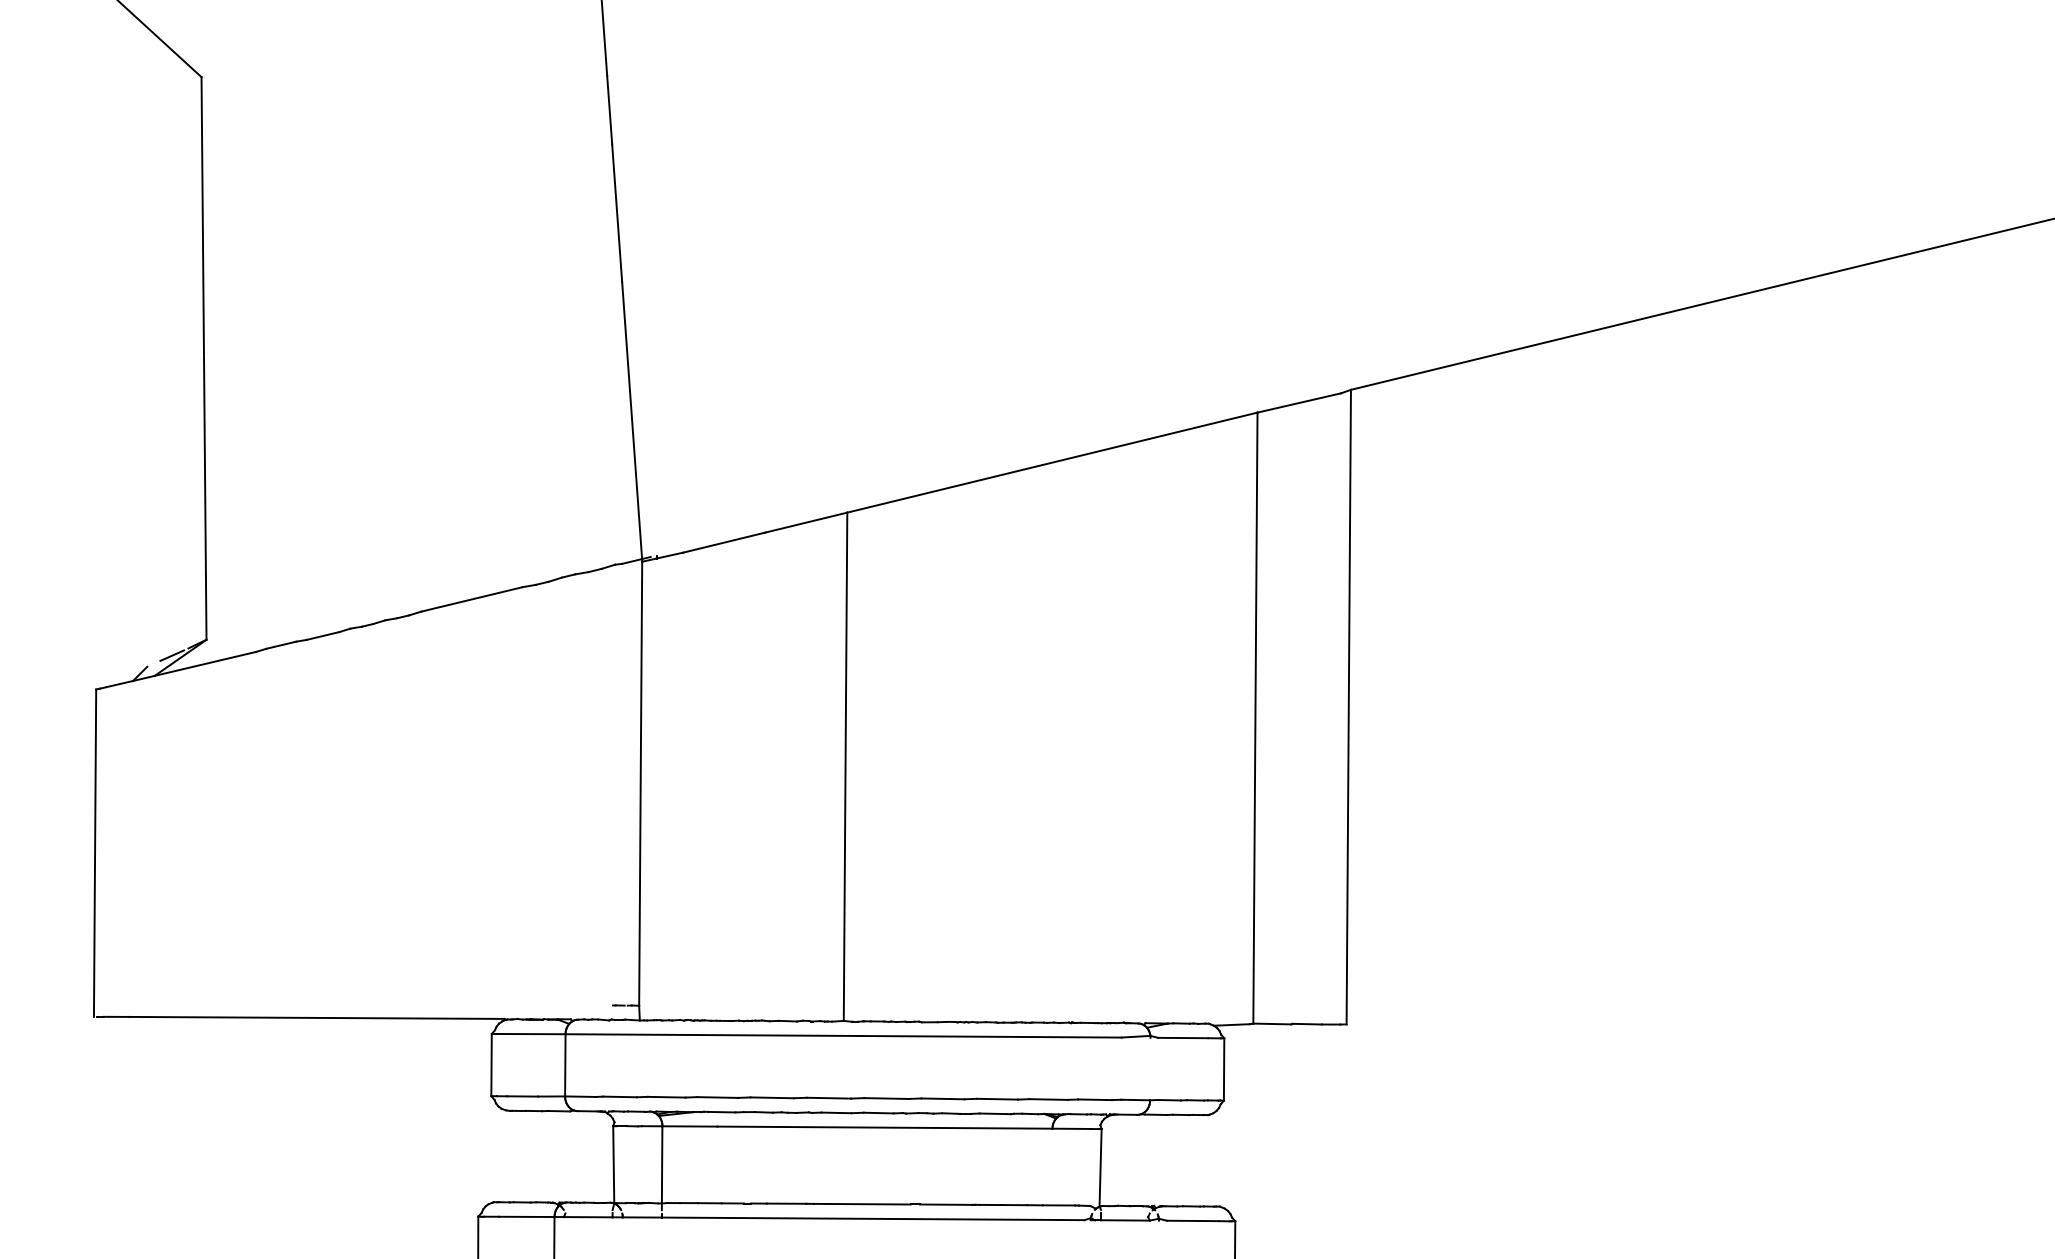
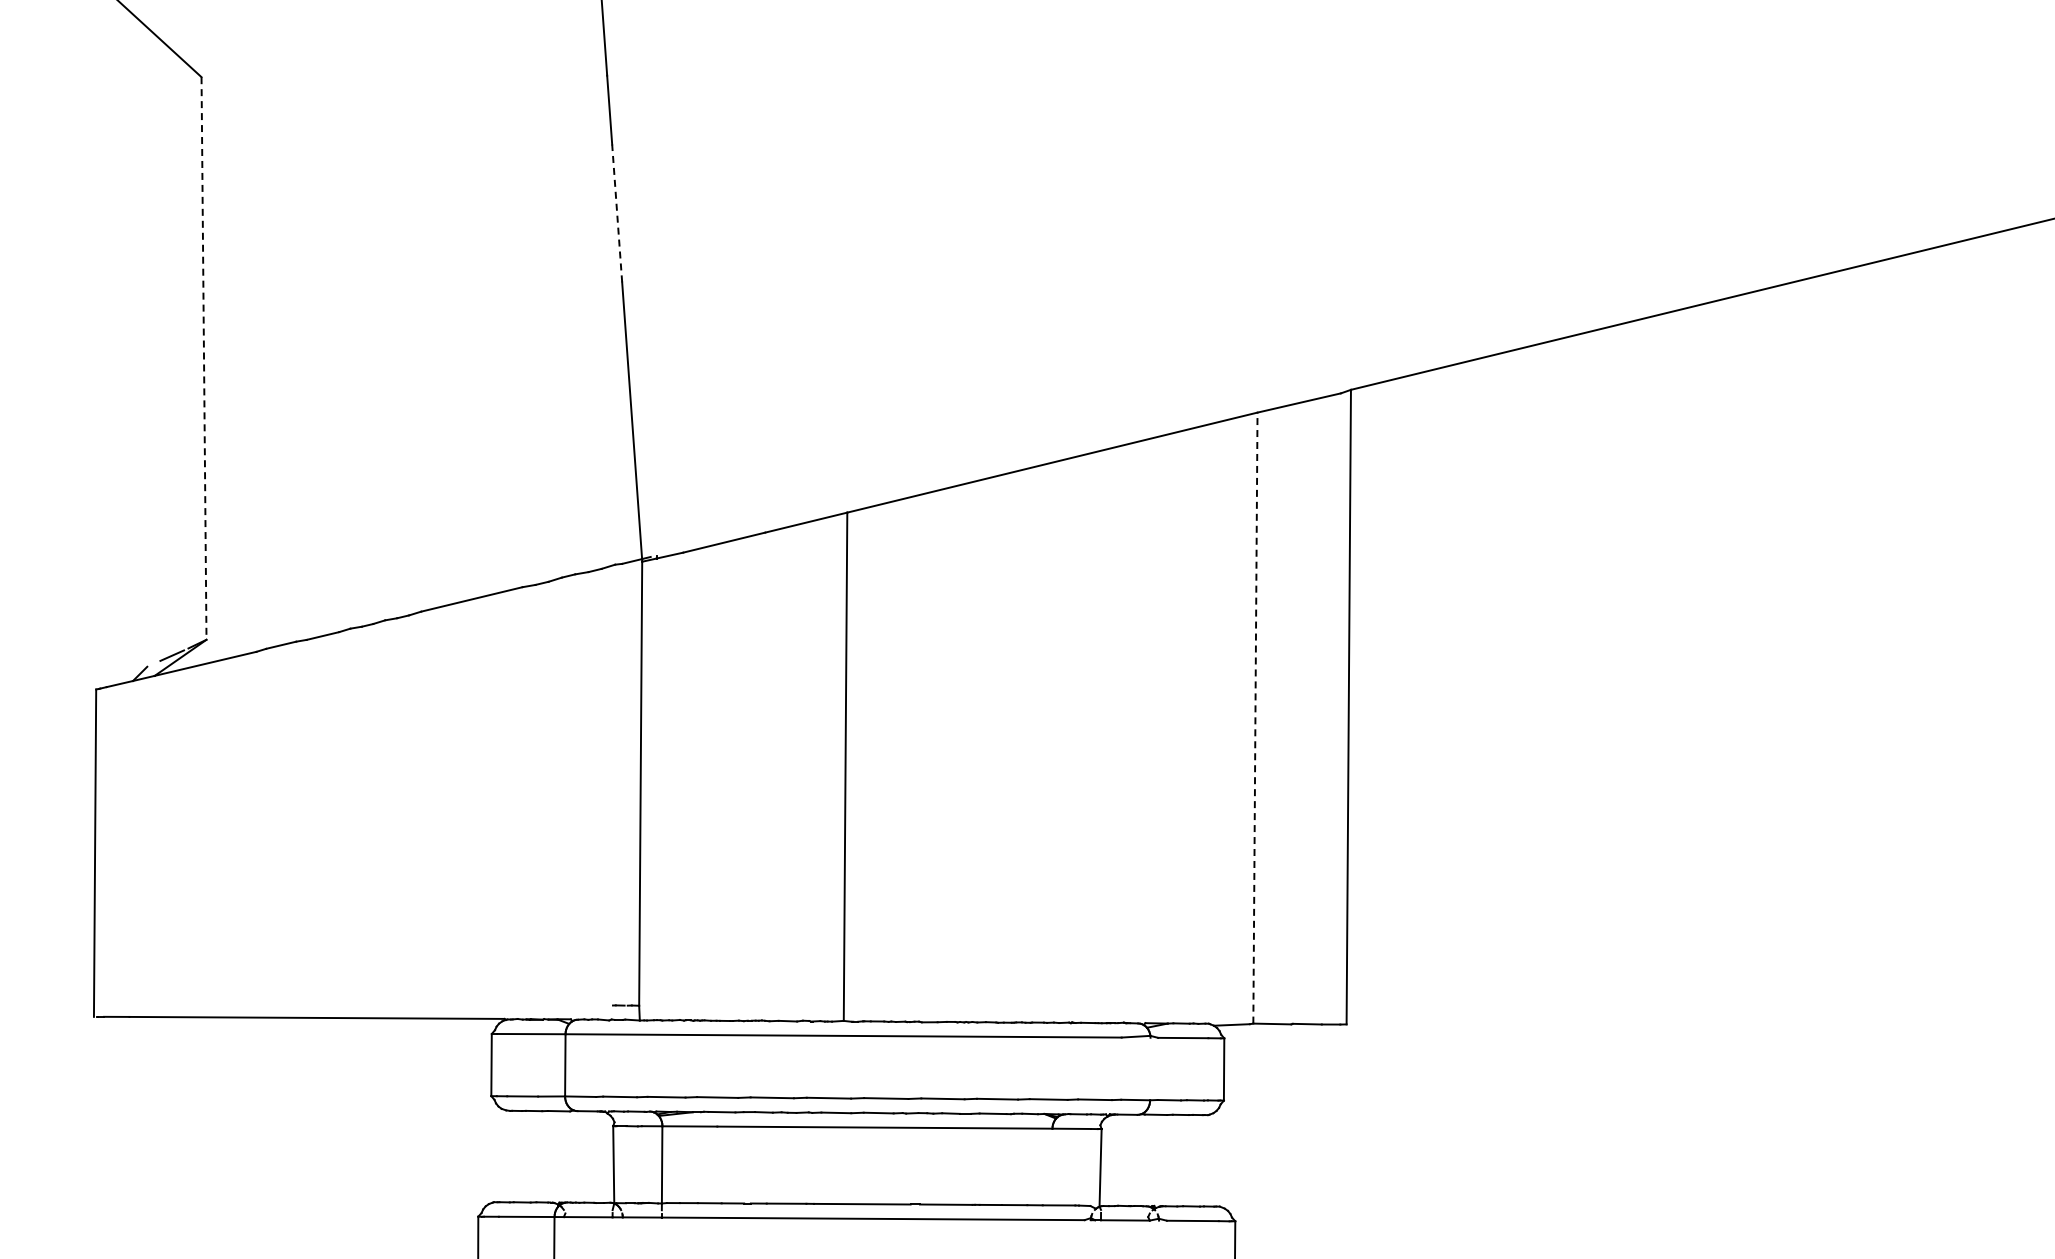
line at (617, 212): solid -> dashed
line at (204, 358): solid -> dashed
line at (1255, 717): solid -> dashed
